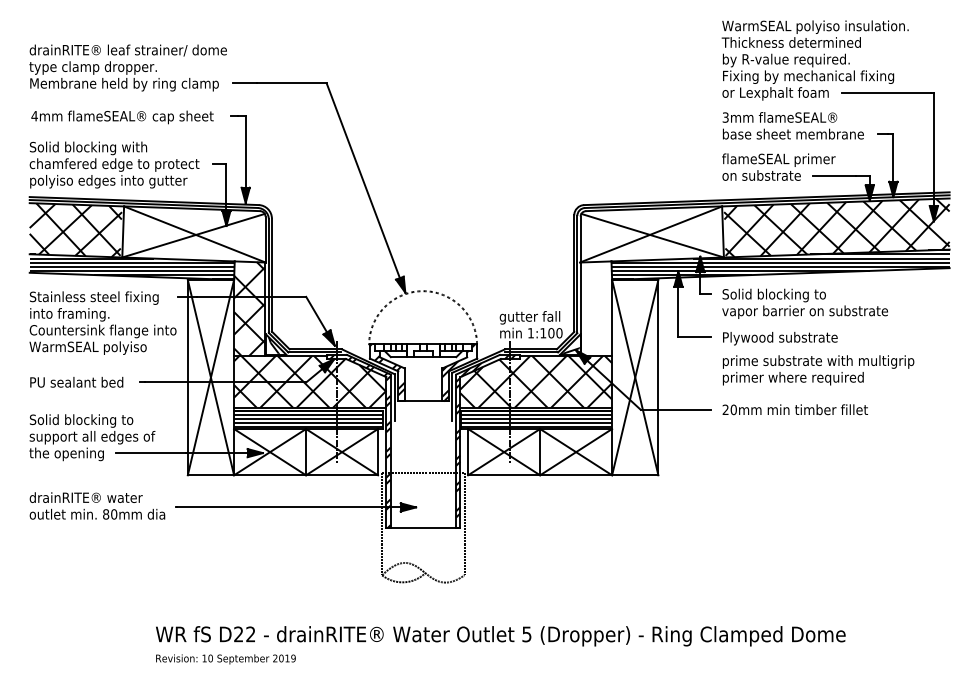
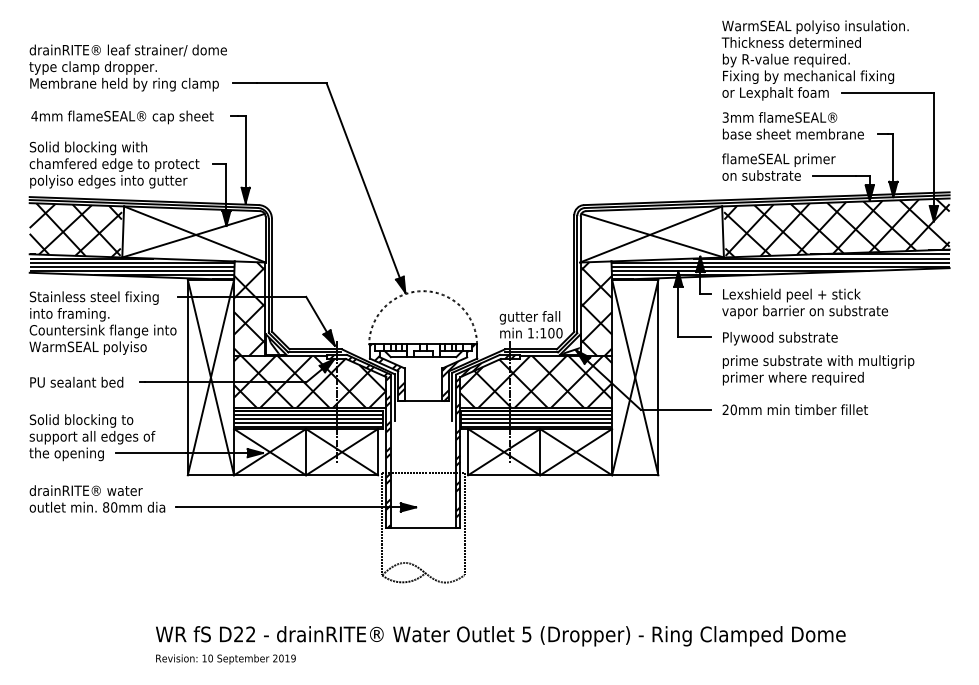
text at (791, 295): Solid blocking to -> Lexshield peel + stick
hatch at (596, 309): none -> present
text at (97, 505) position: (97, 505) -> (97, 498)
